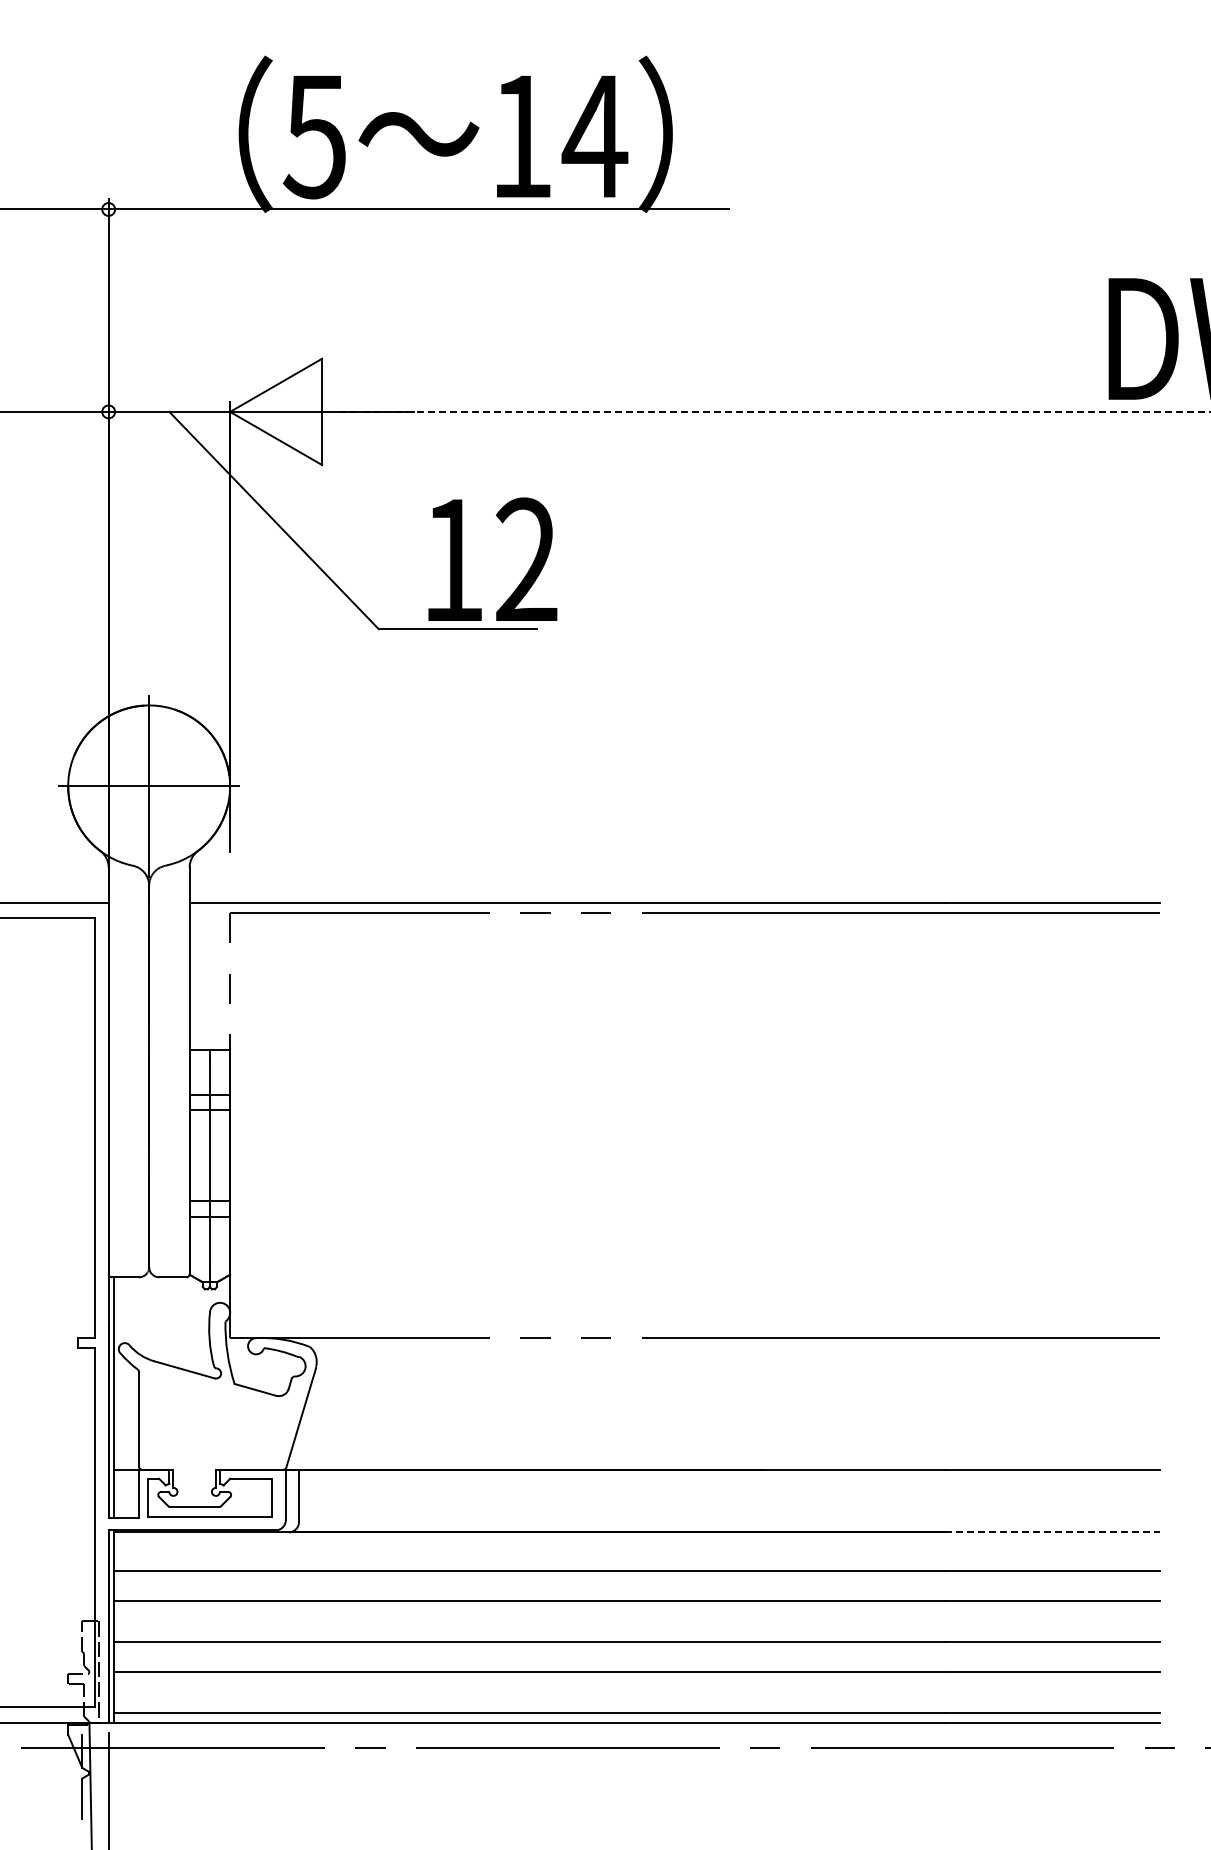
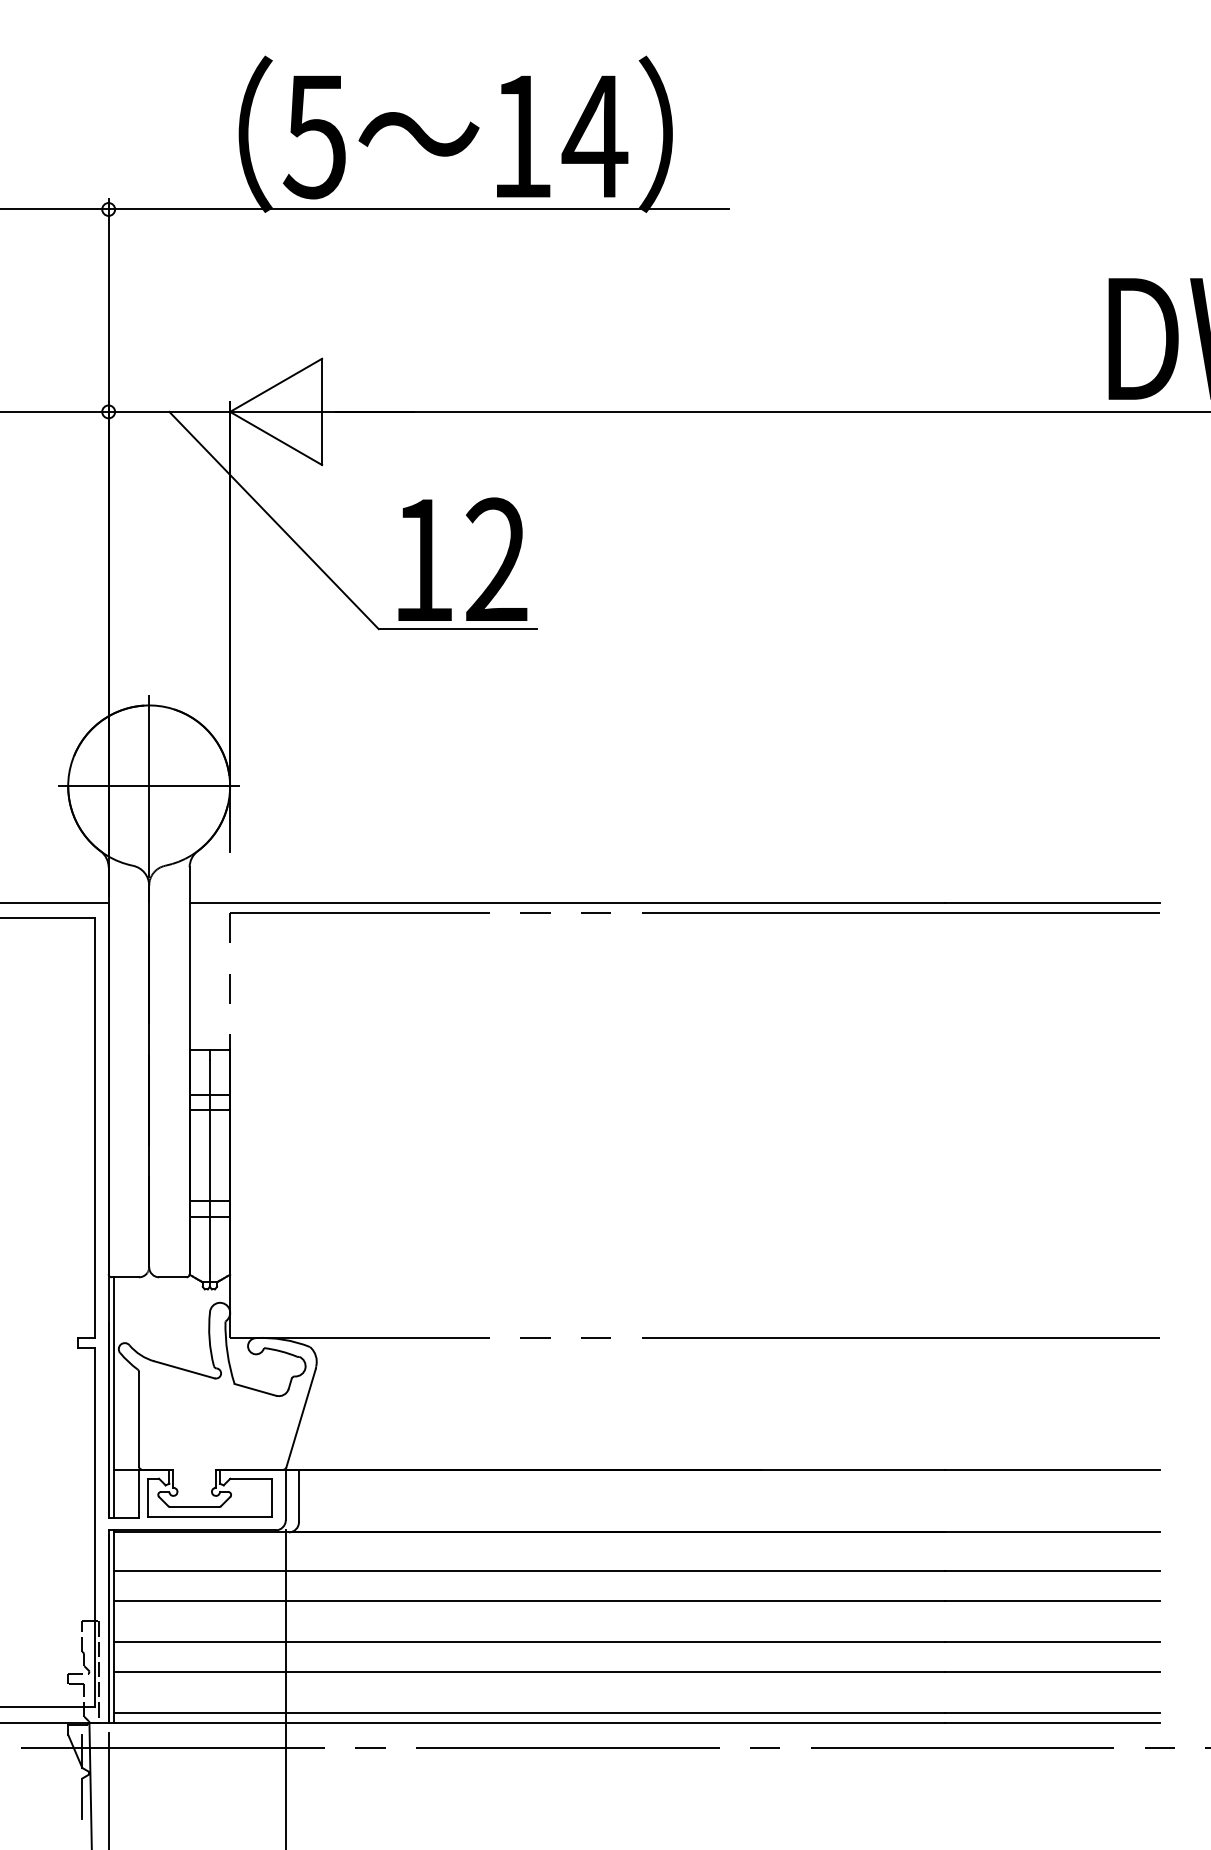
line at (773, 411): dashed -> solid
text at (492, 558) position: (492, 558) -> (462, 558)
line at (1052, 1532): dashed -> solid
line at (285, 1688): none -> present
